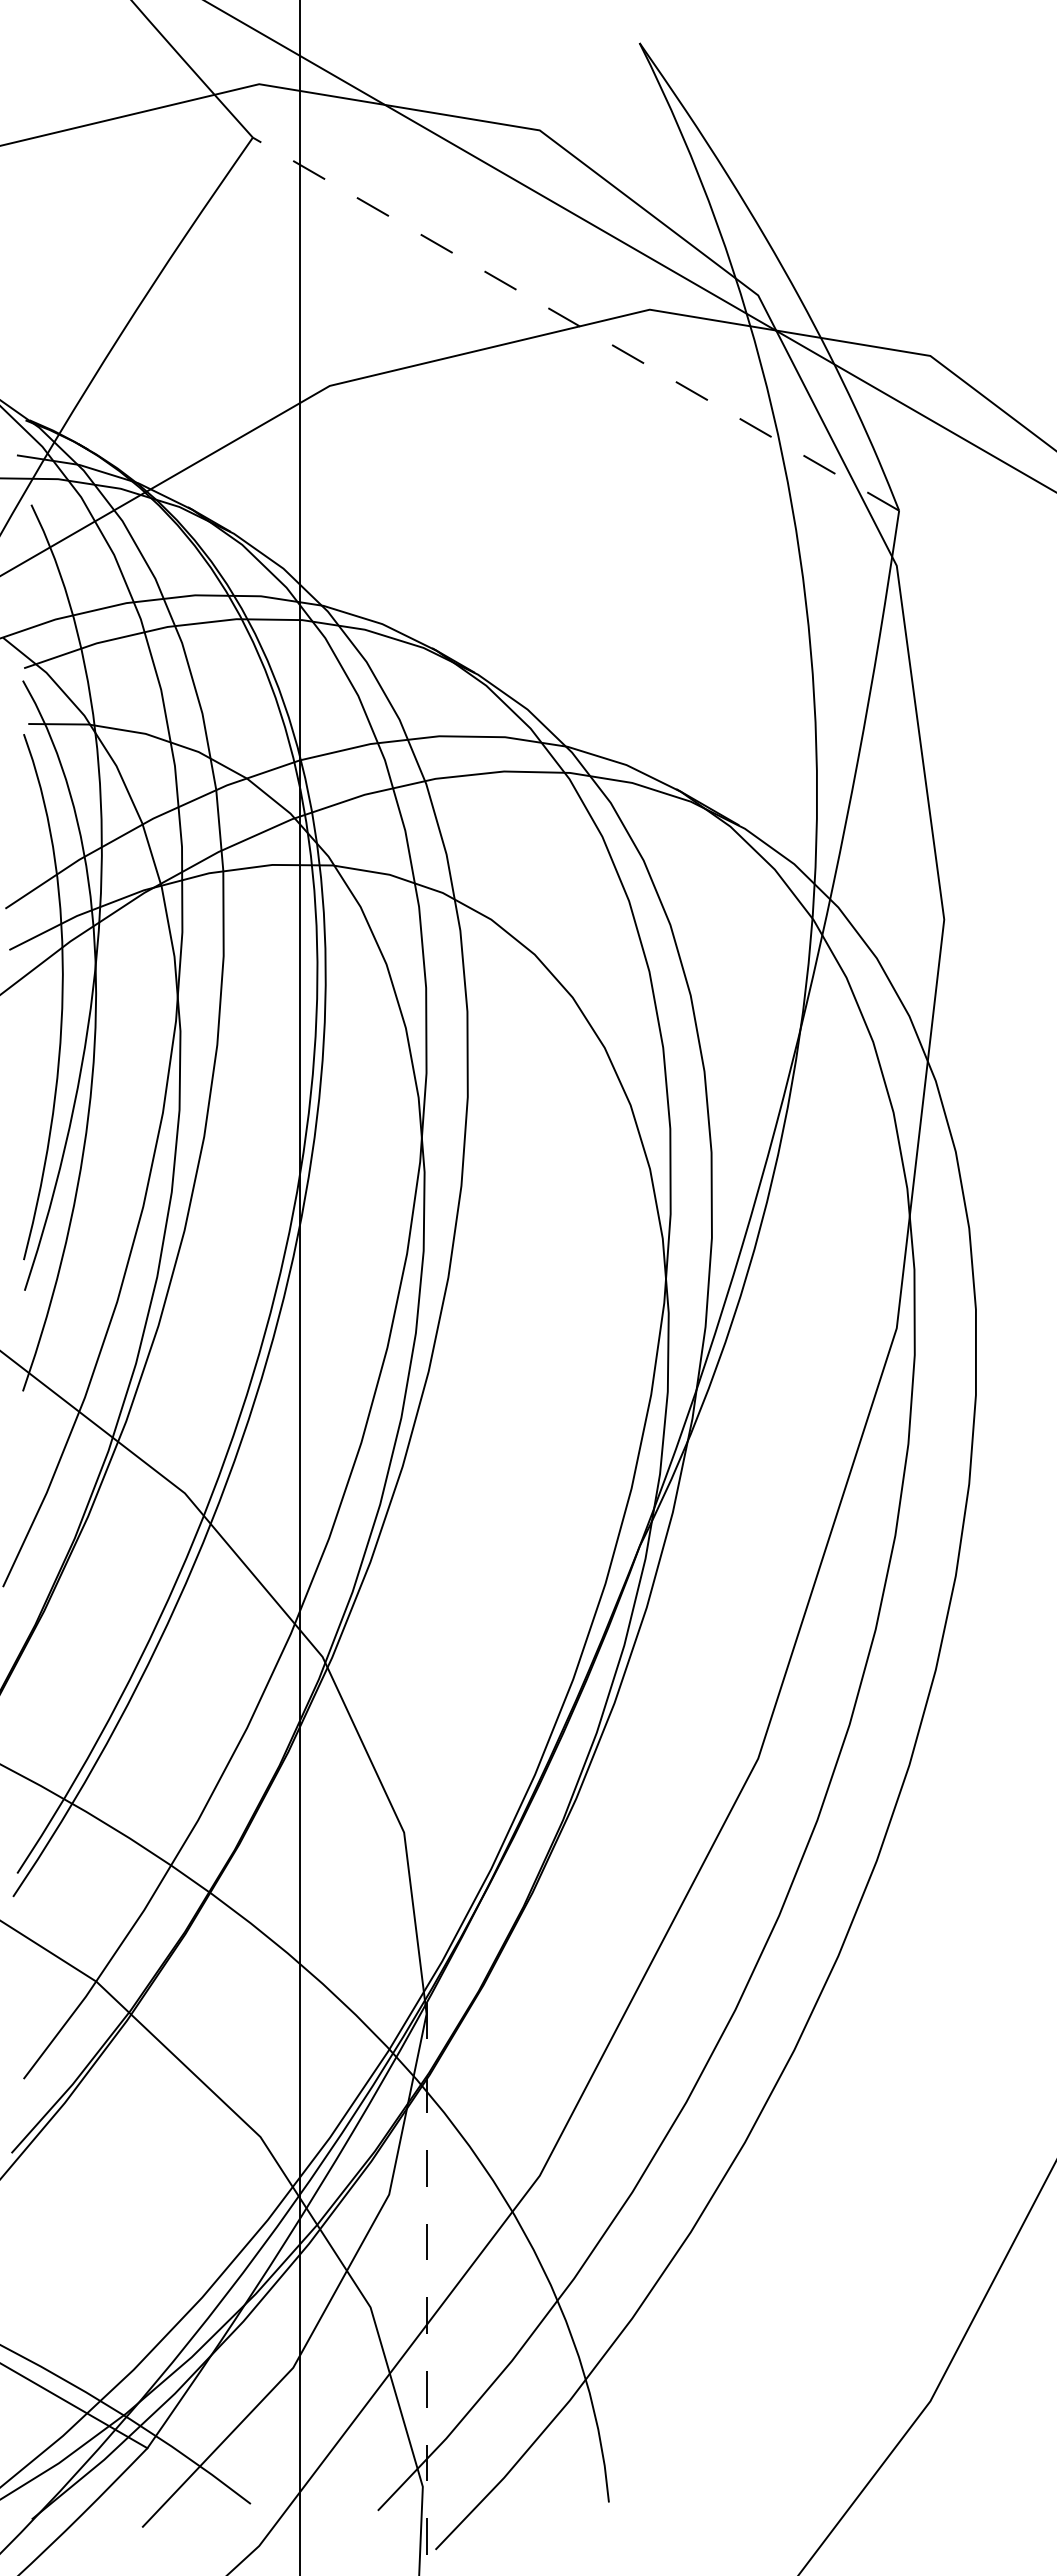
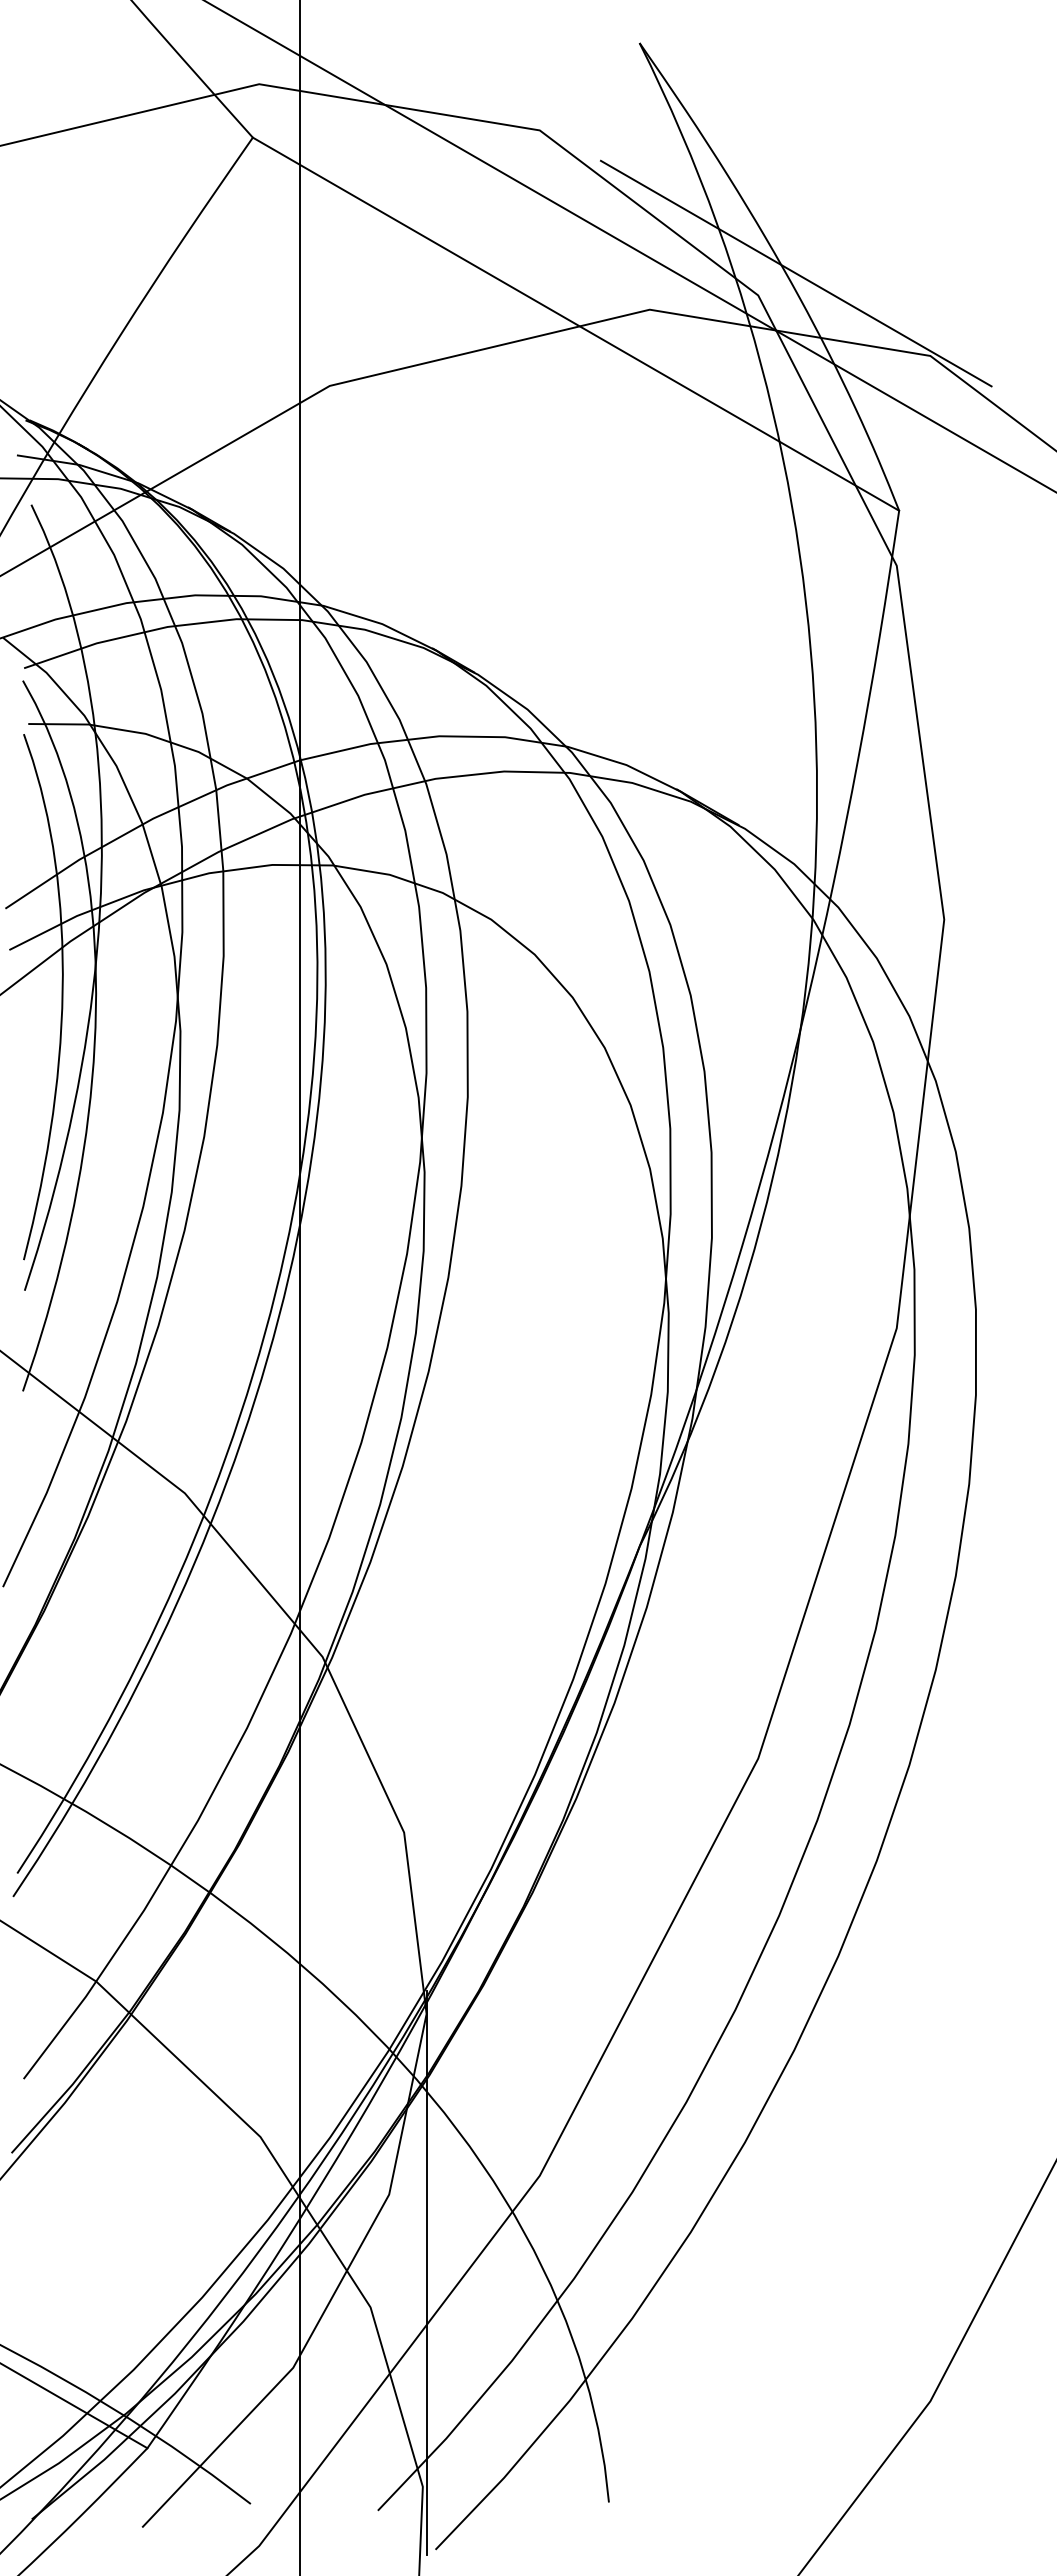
line at (795, 273): none -> present
line at (575, 323): dashed -> solid
line at (427, 2273): dashed -> solid
